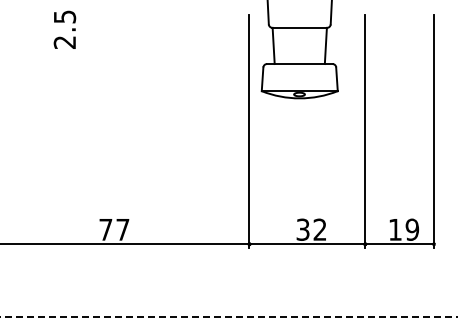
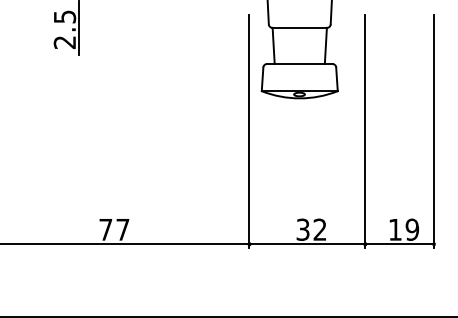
line at (79, 28): none -> present
line at (229, 316): dashed -> solid
